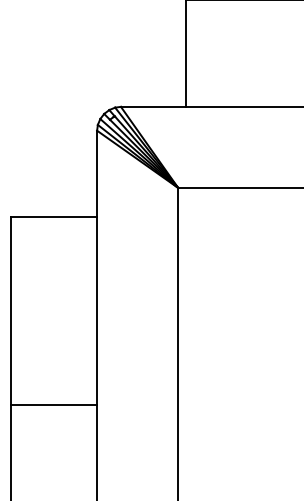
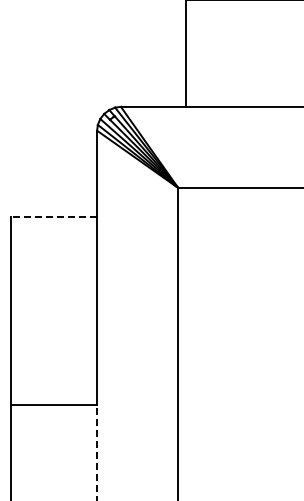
line at (53, 217): solid -> dashed
line at (97, 452): solid -> dashed
